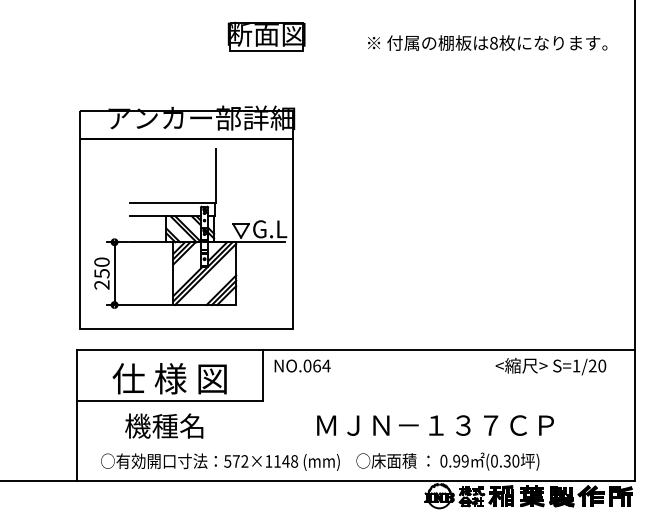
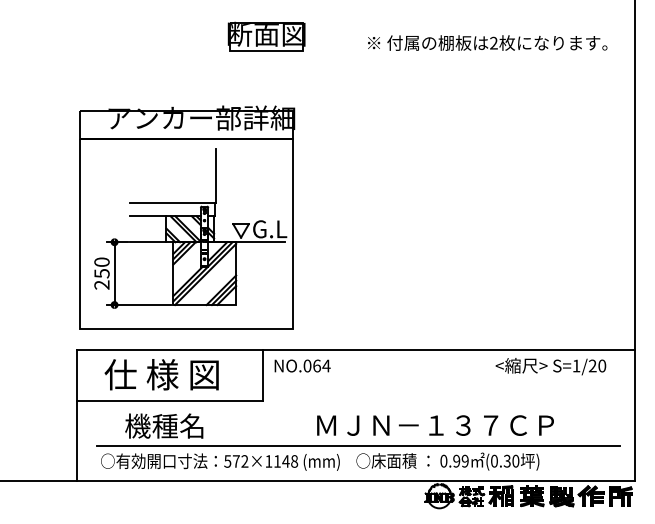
text at (493, 43): 8 -> 2
text at (169, 378) position: (169, 378) -> (161, 374)
line at (358, 446): none -> present
